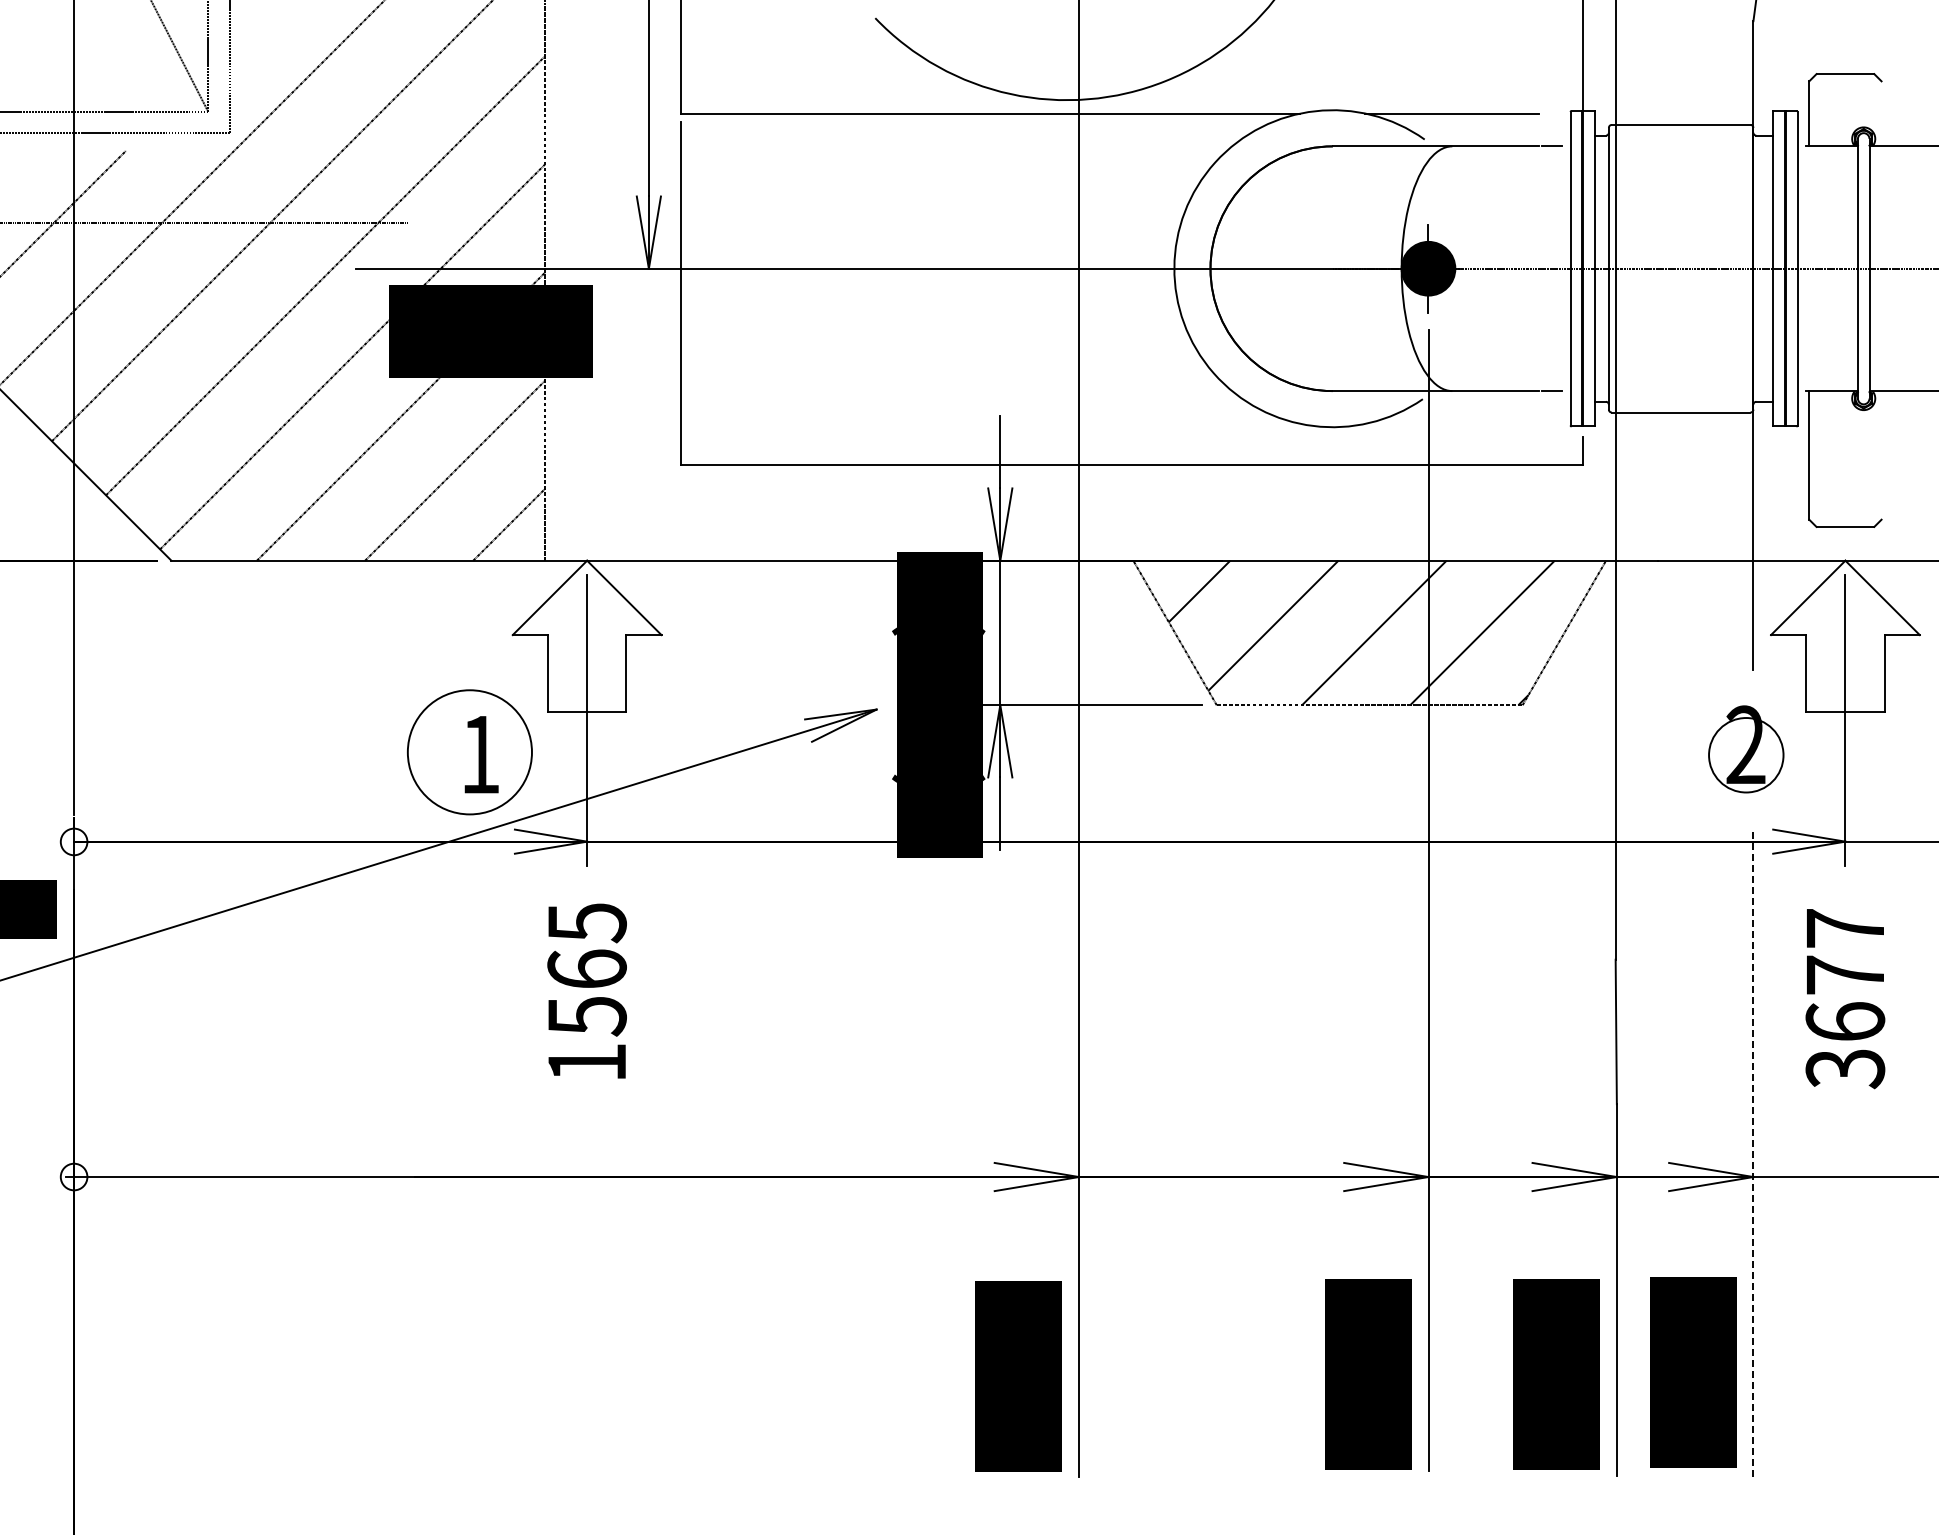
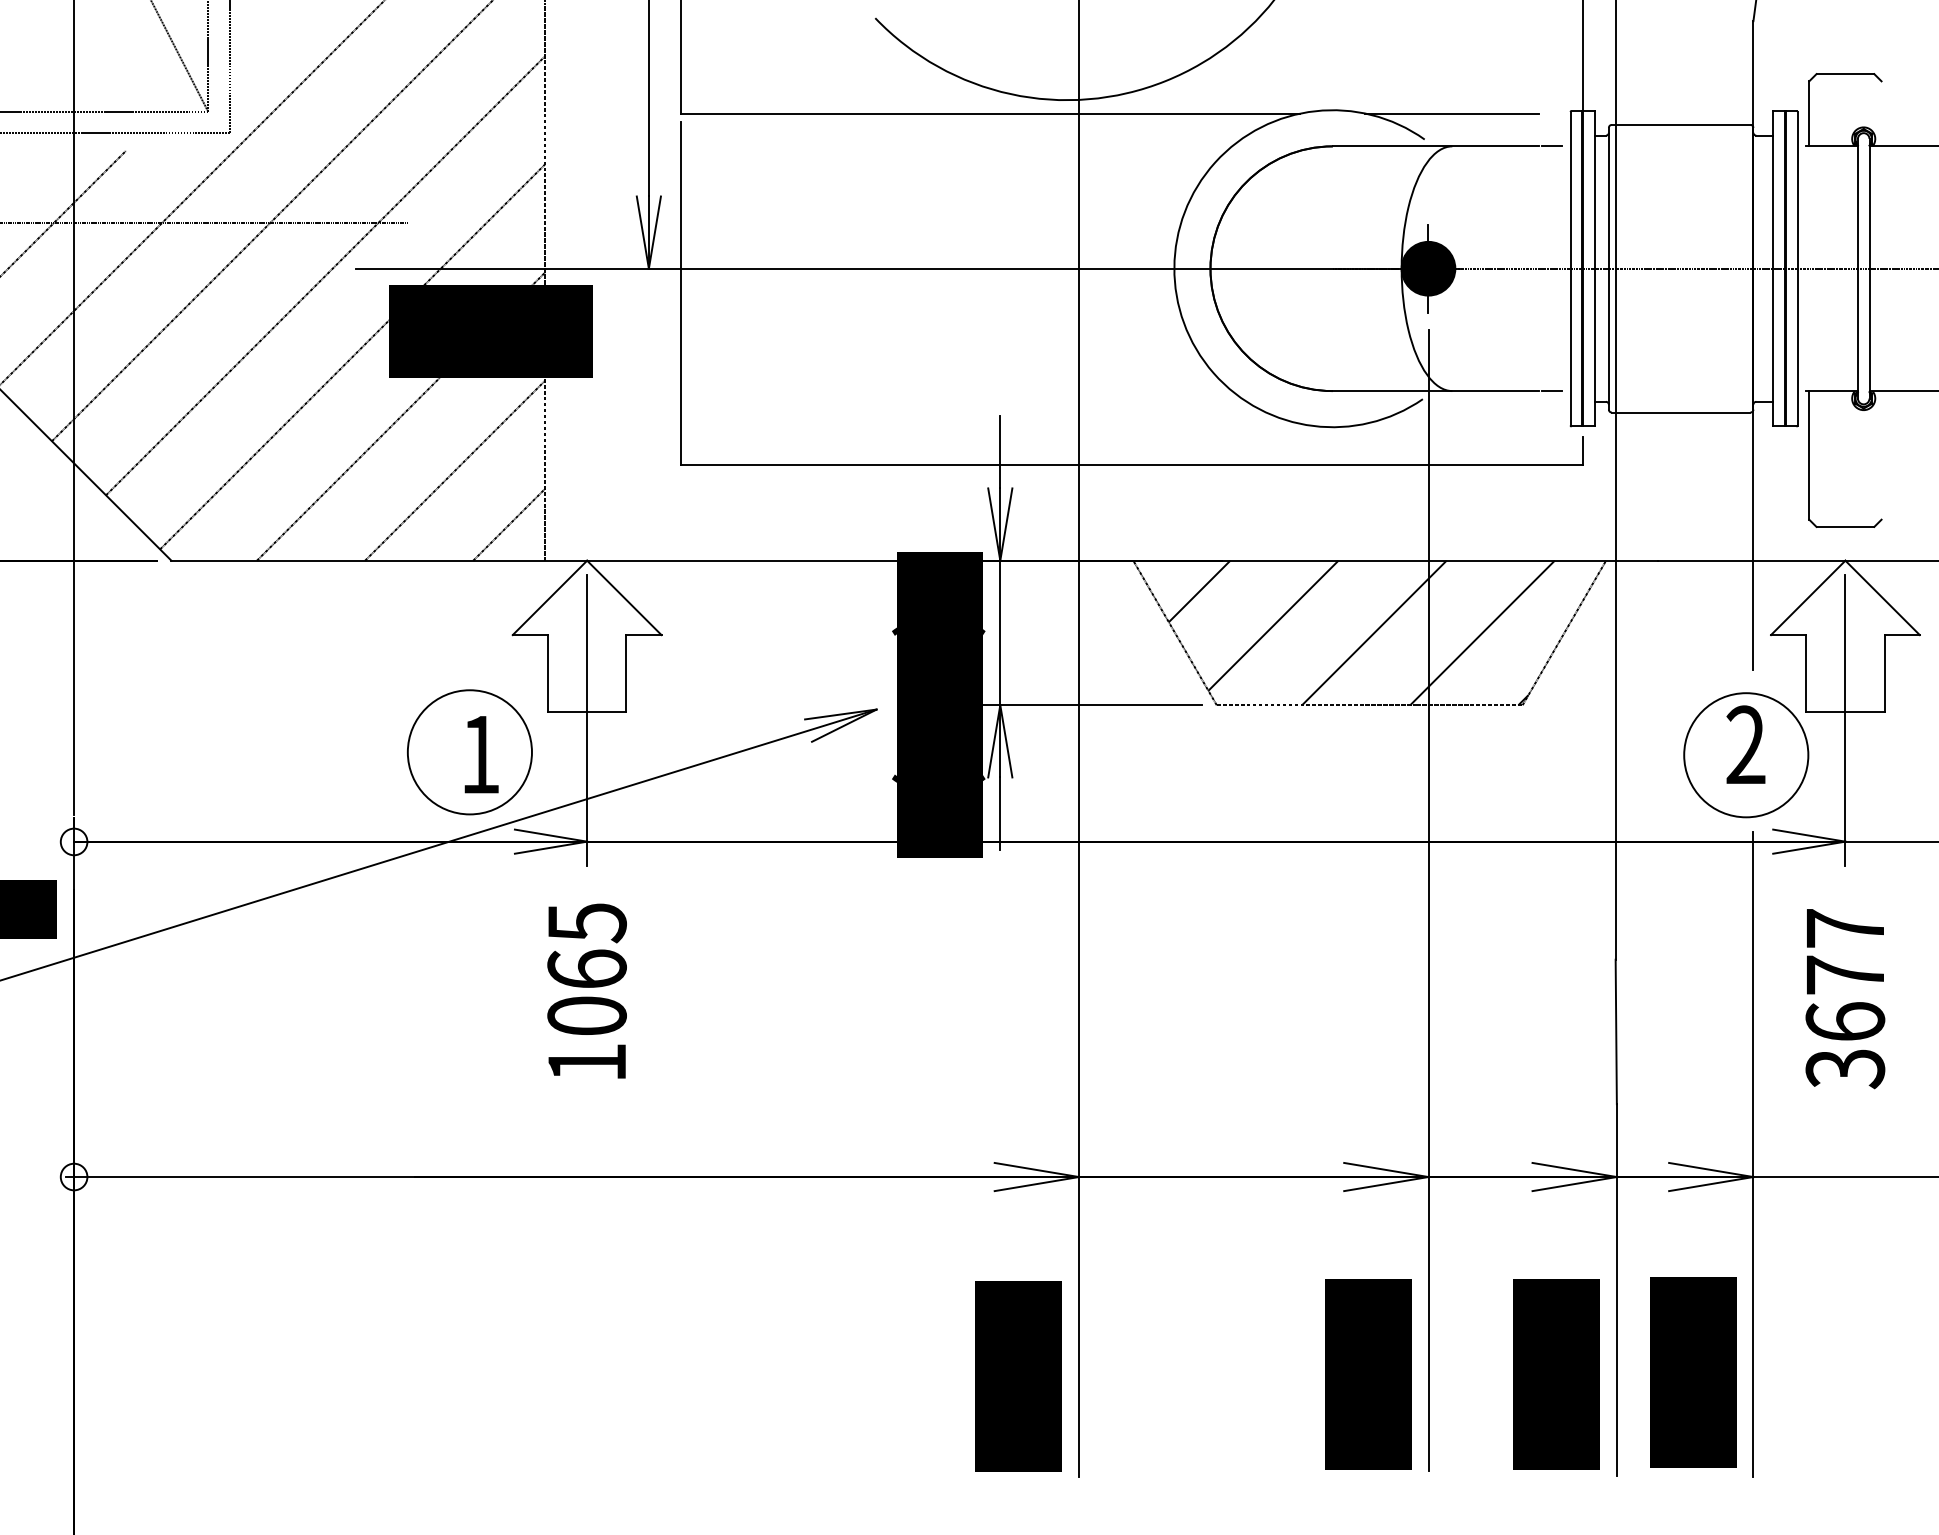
circle at (1746, 755) diameter: 74 px -> 124 px
text at (586, 1016): 1565 -> 1065
line at (1753, 1154): dashed -> solid
